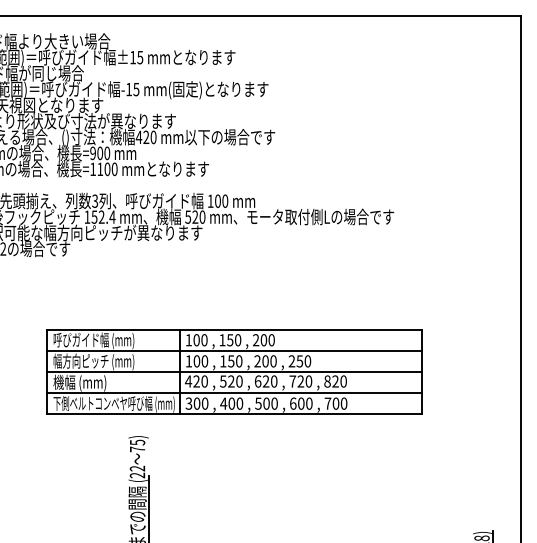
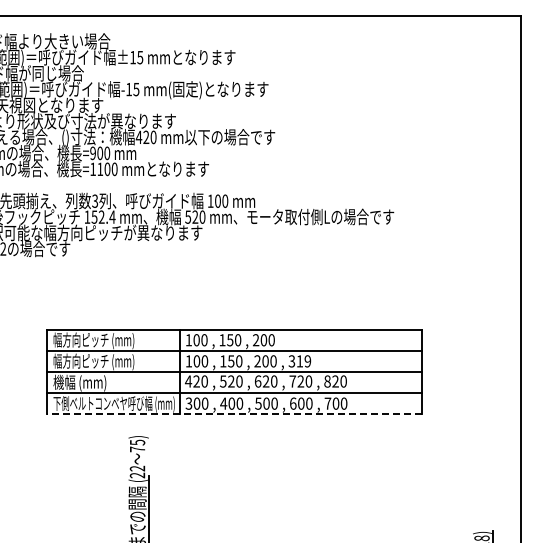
text at (80, 339): 呼びガイド幅 (mm) -> 幅方向ピッチ (mm)
text at (299, 361): 250 -> 319
line at (234, 414): solid -> dashed
